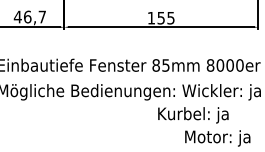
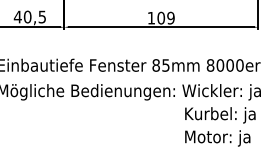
text at (34, 16): 46,7 -> 40,5
text at (165, 17): 155 -> 109
text at (193, 115) position: (193, 115) -> (220, 115)
